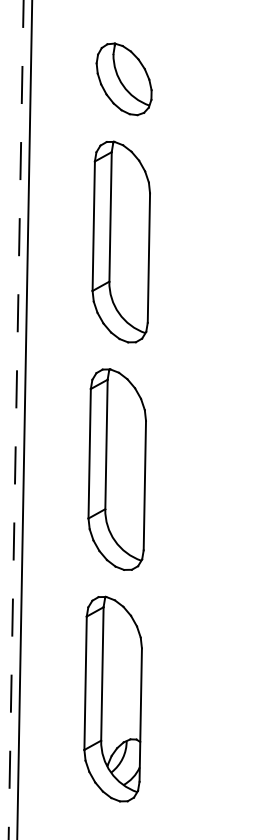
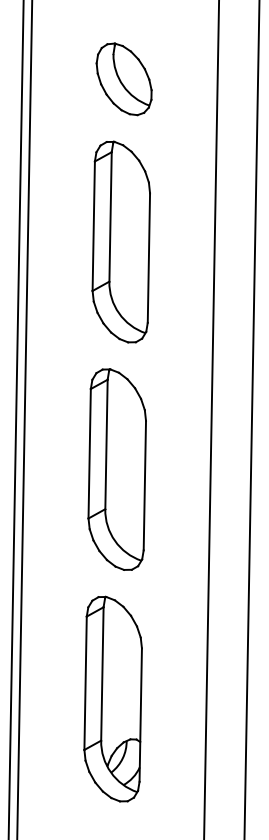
line at (211, 419): none -> present
line at (251, 419): none -> present
line at (16, 420): dashed -> solid
